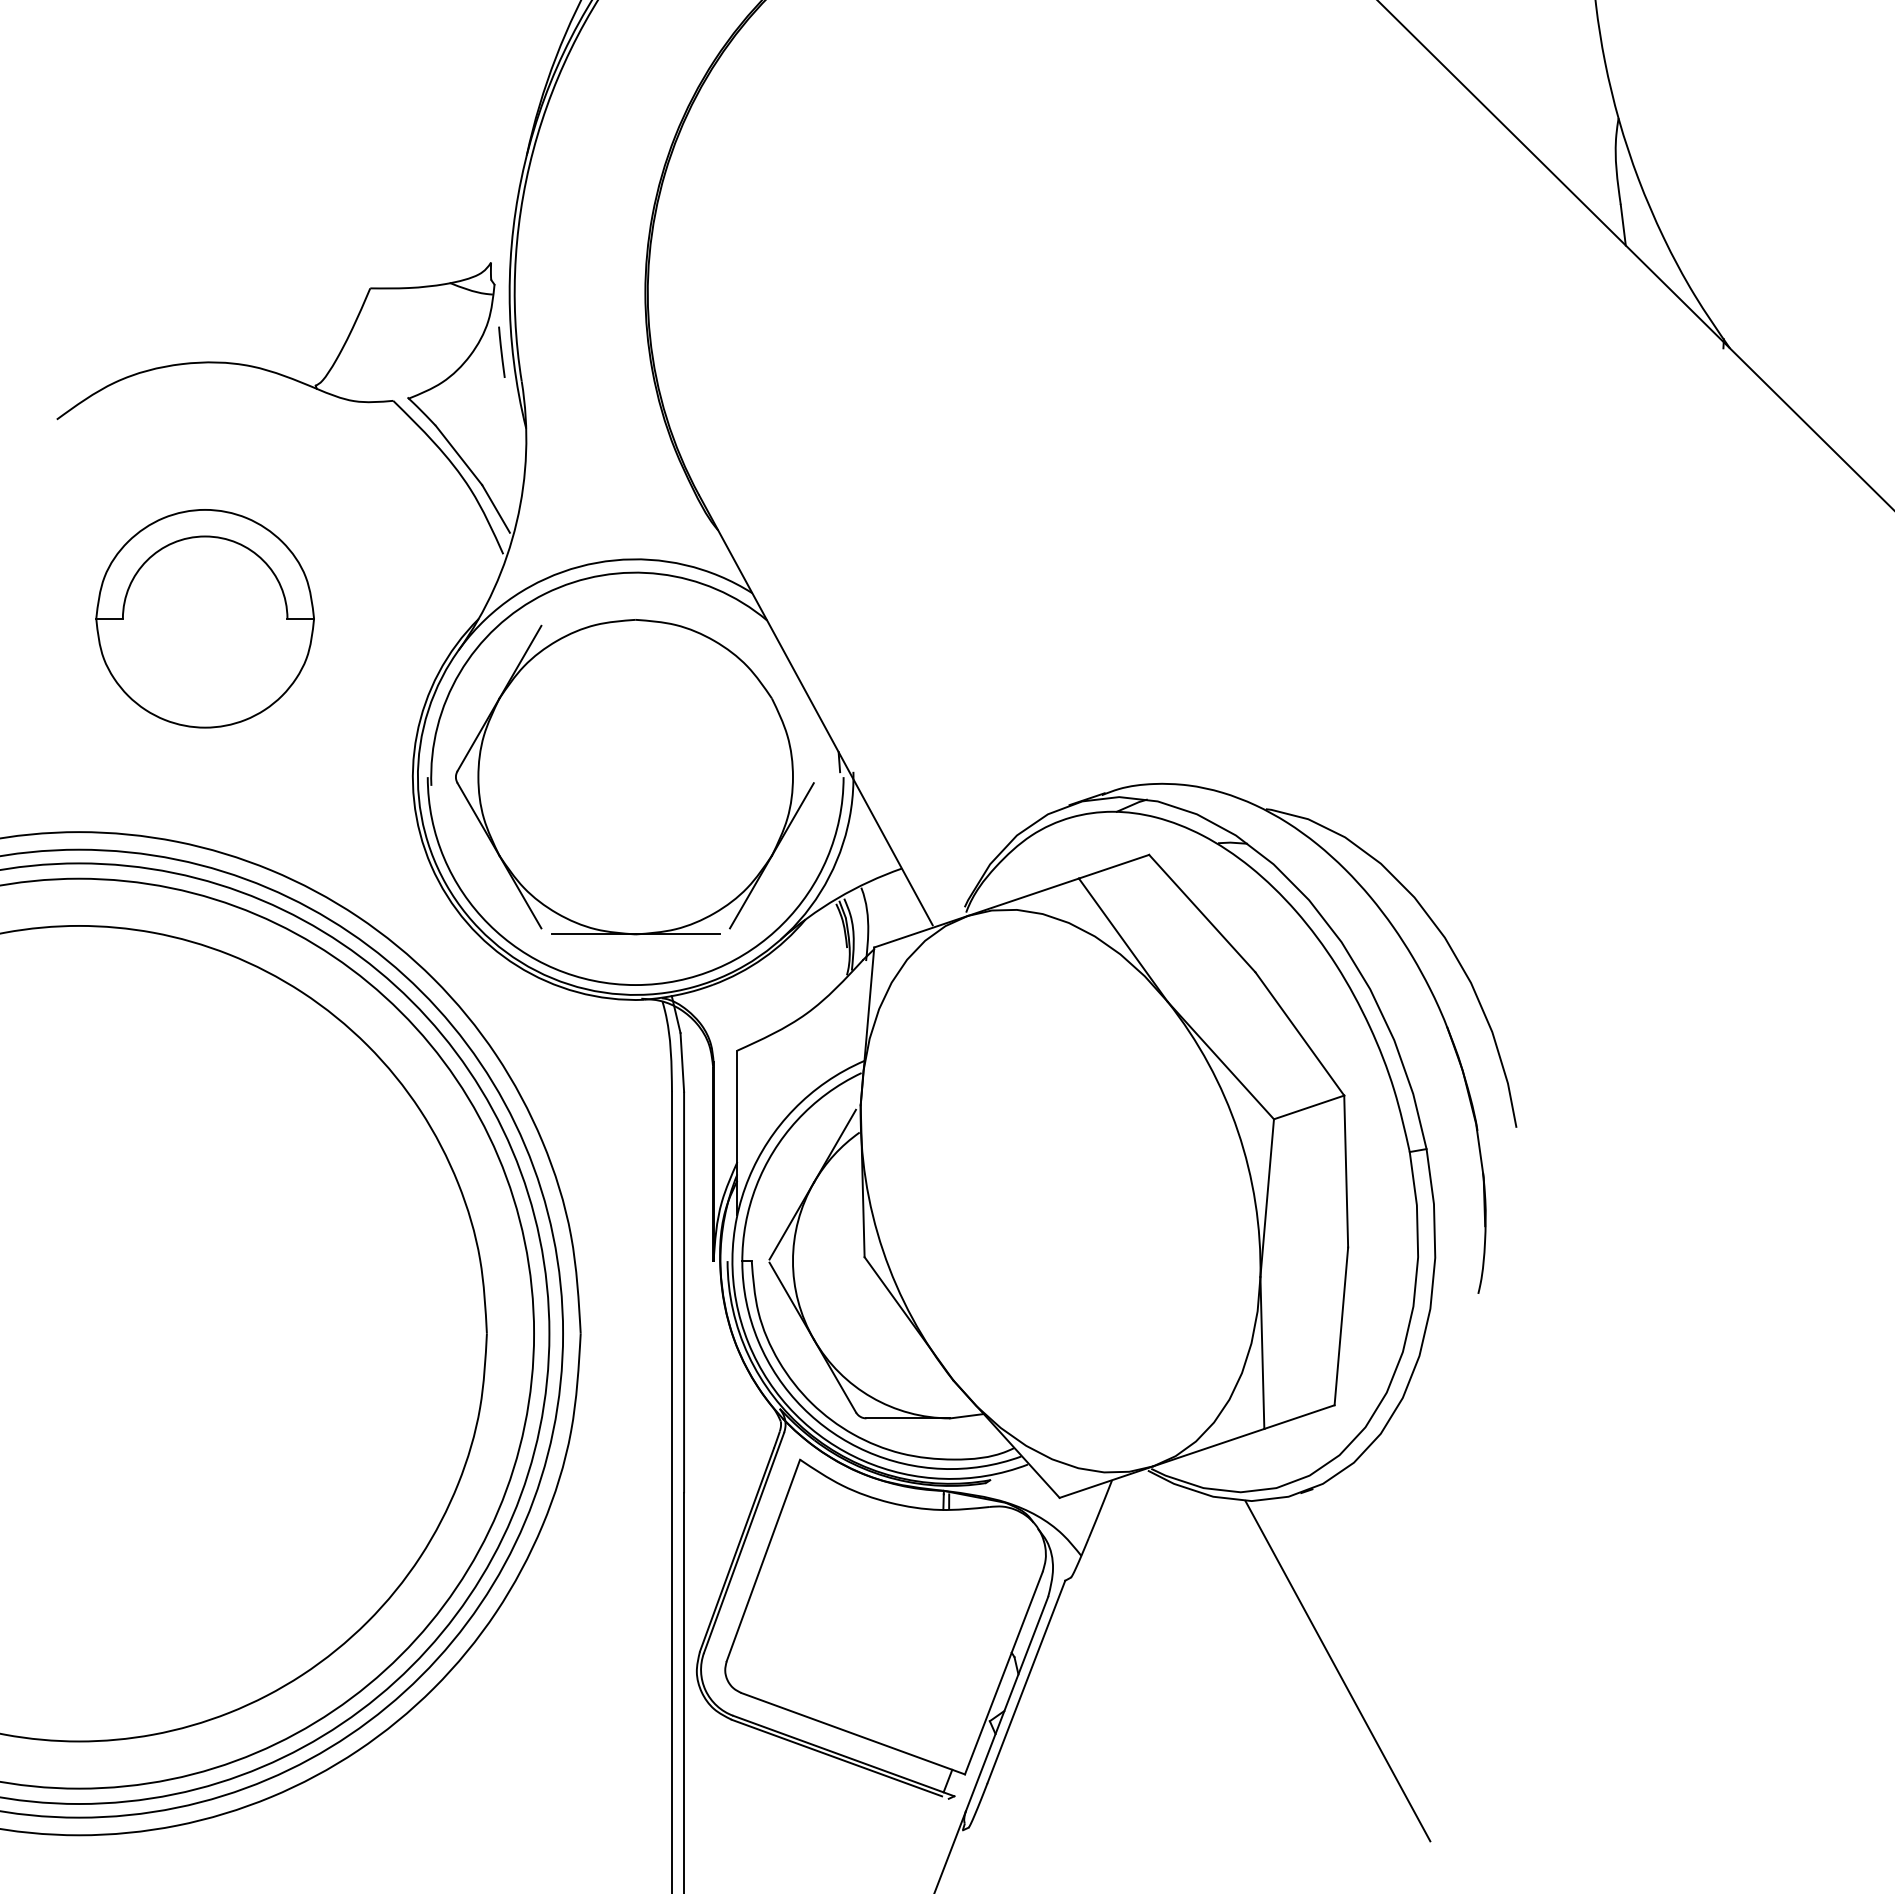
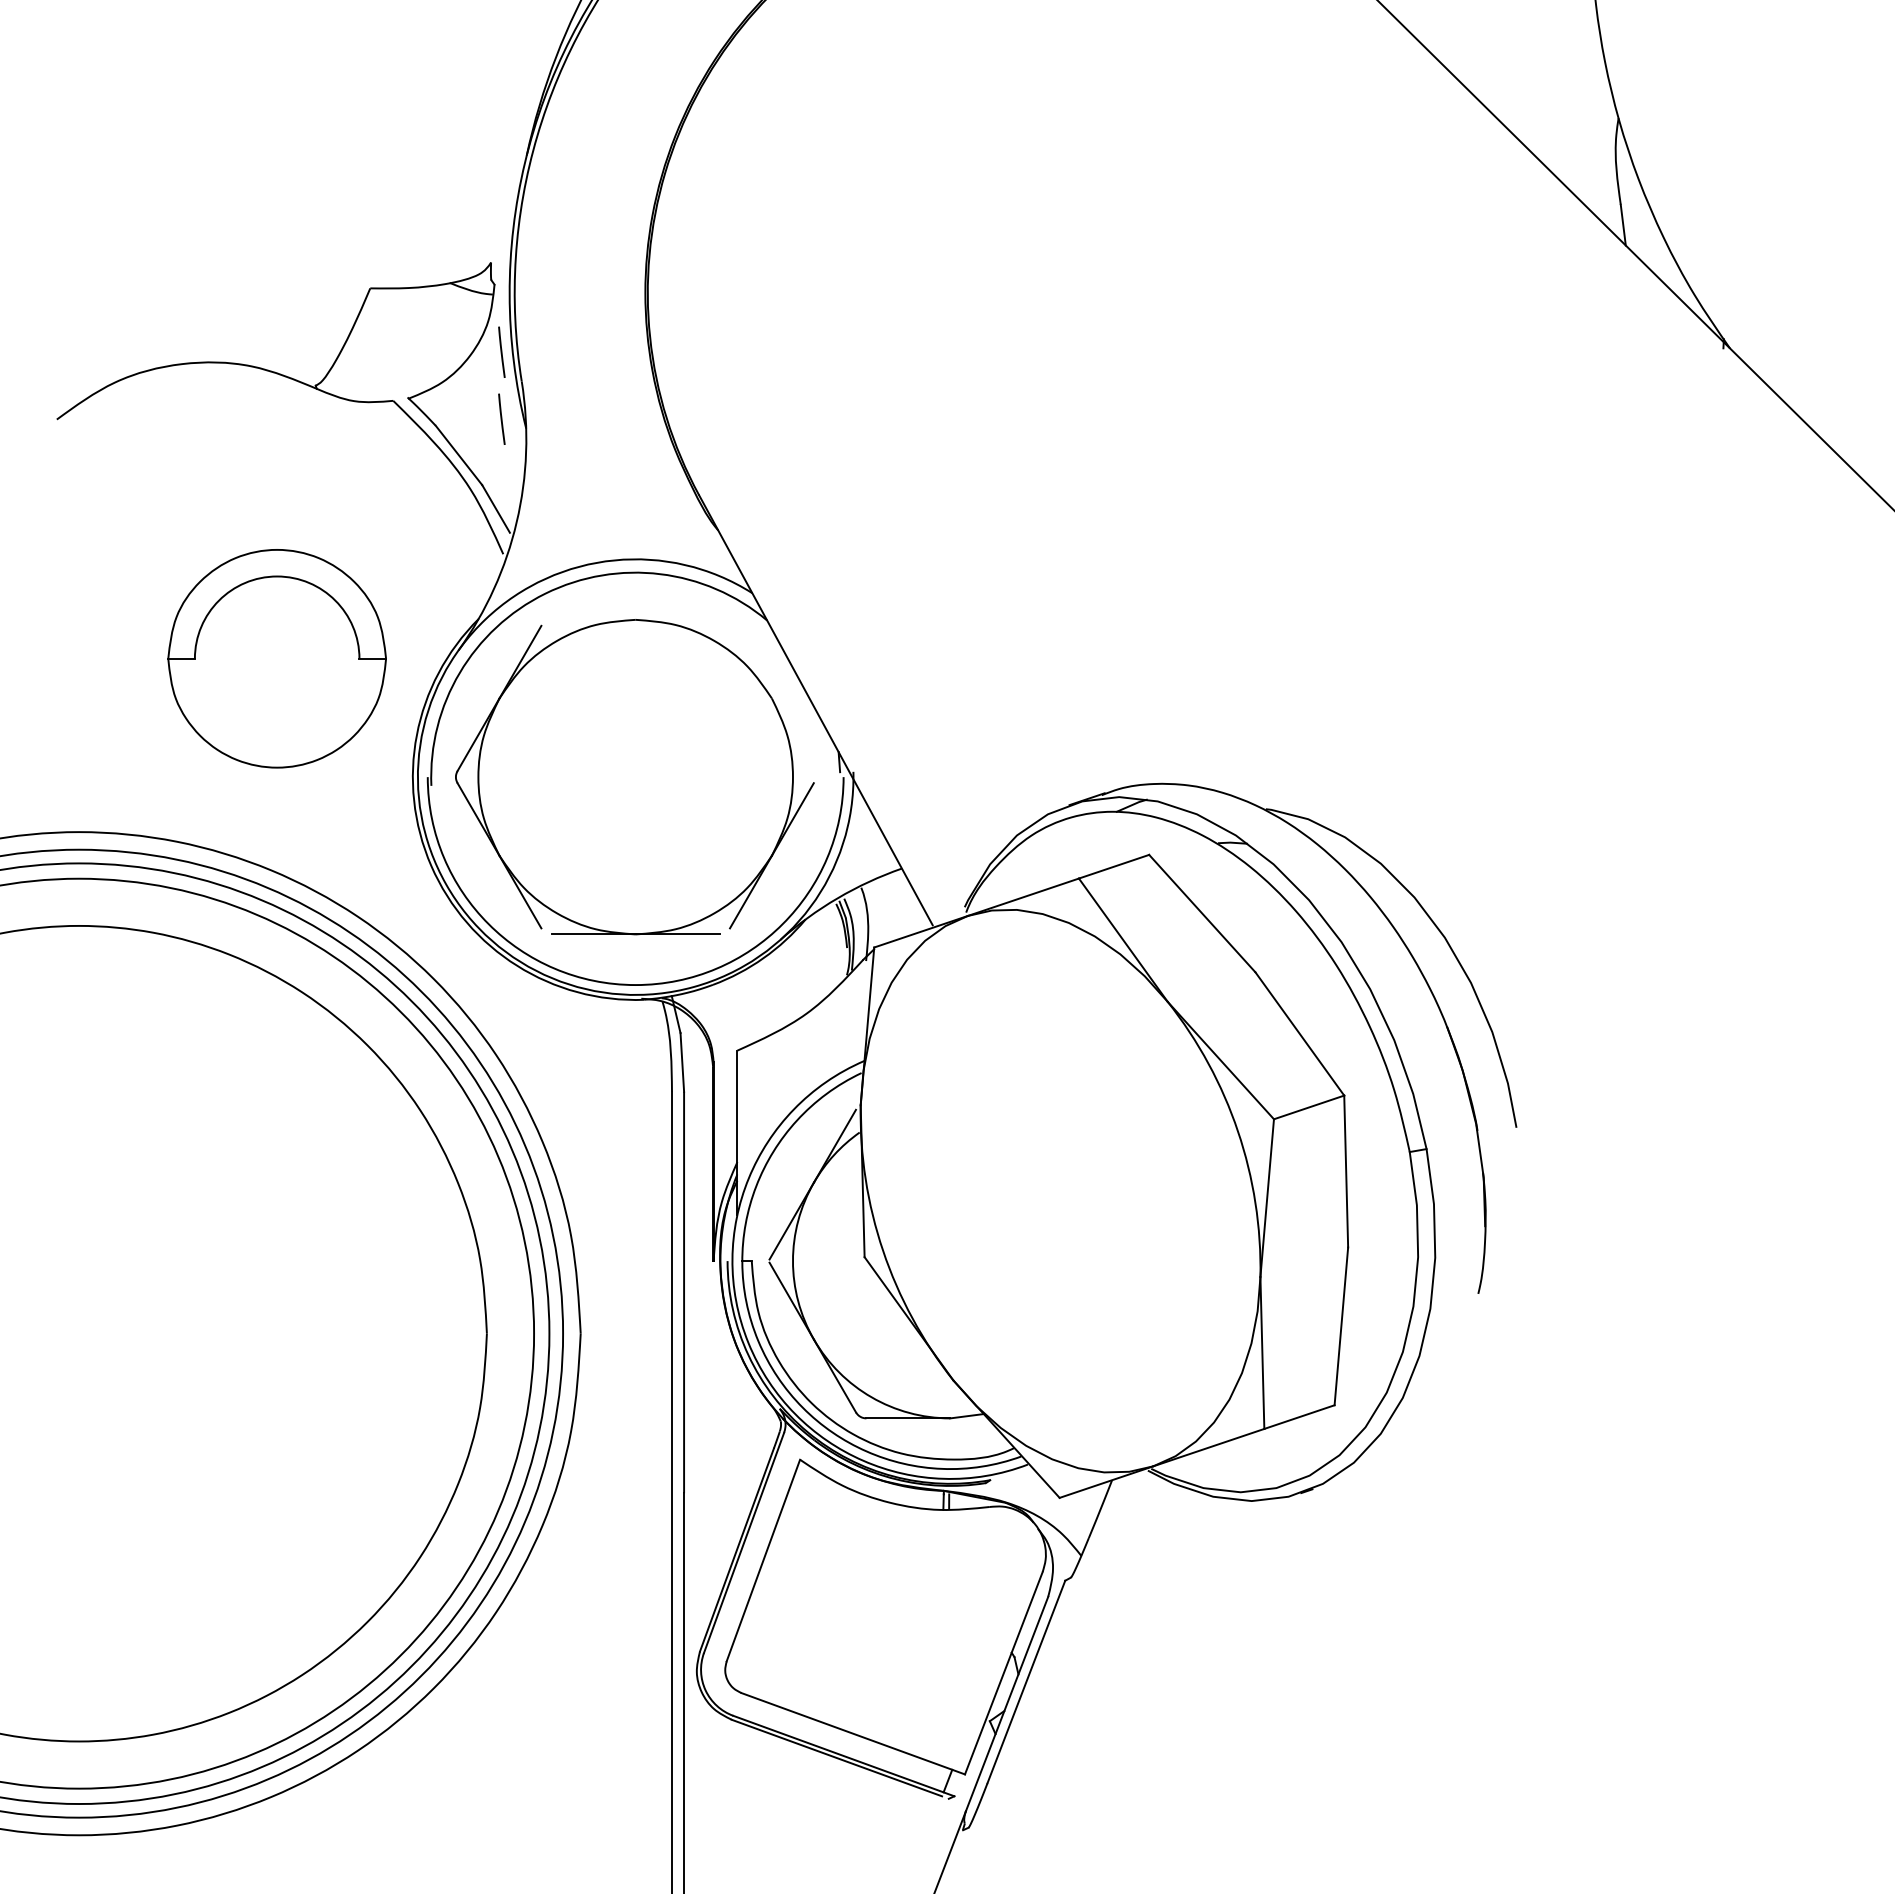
line at (501, 418): none -> present
part at (204, 618) position: (204, 618) -> (276, 658)
line at (1337, 1670): present -> none
